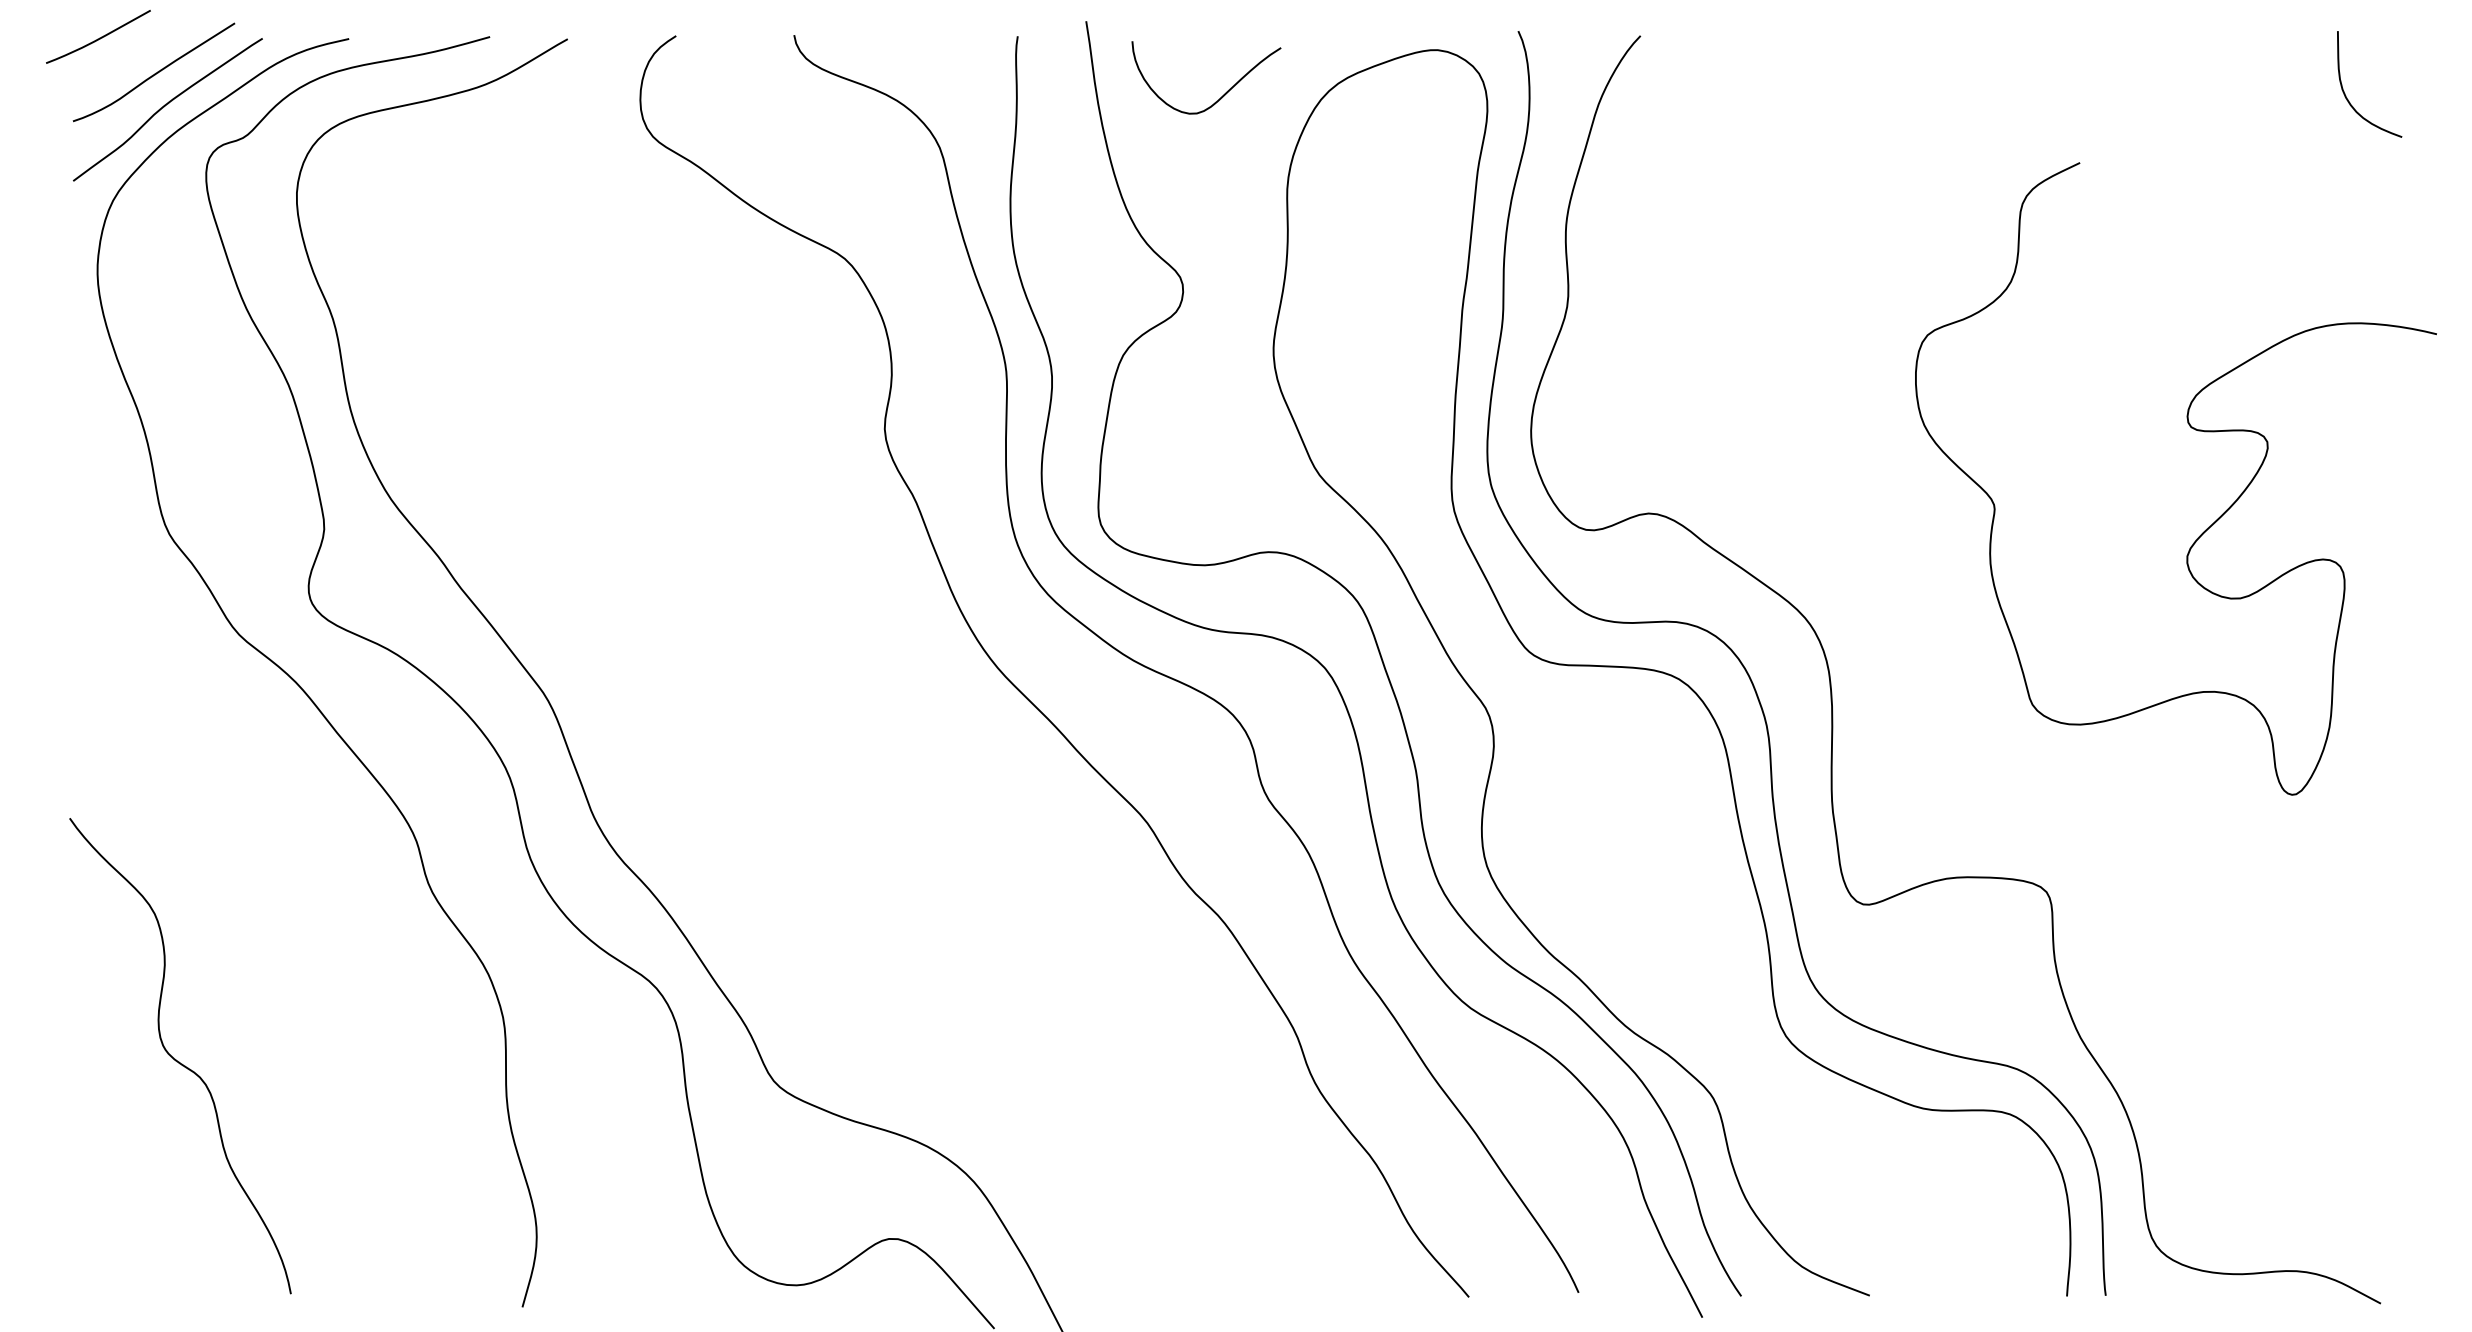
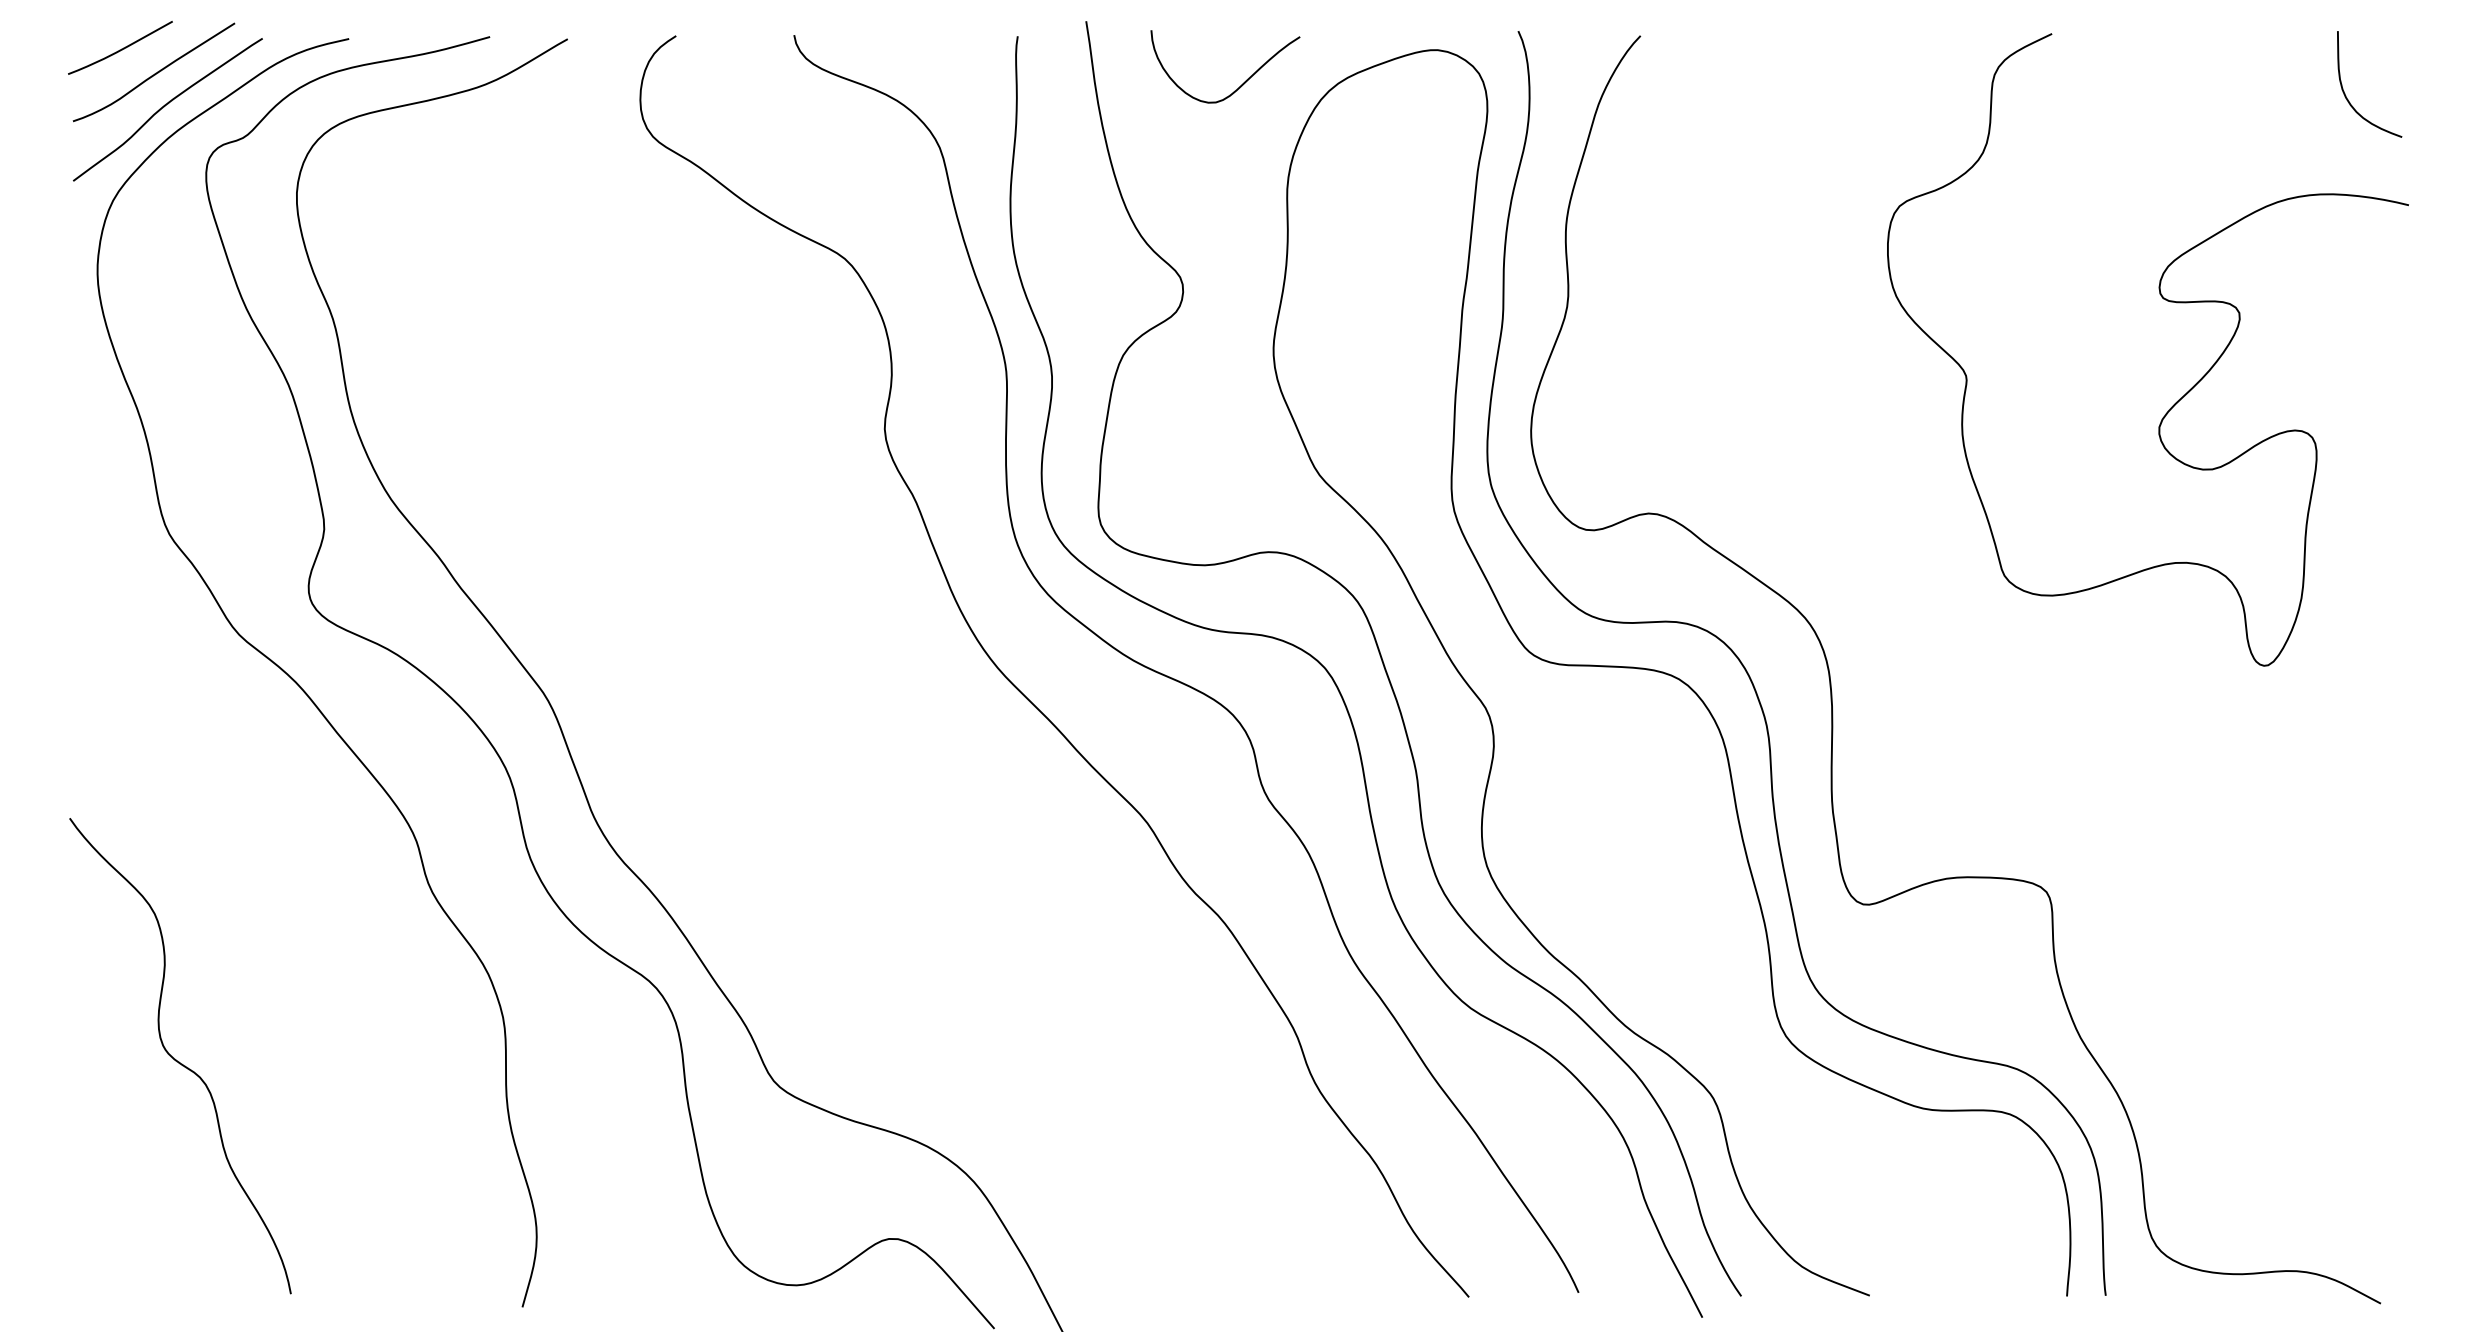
curve at (99, 37) position: (99, 37) -> (121, 48)
curve at (1223, 94) position: (1223, 94) -> (1242, 83)
curve at (2195, 430) position: (2195, 430) -> (2167, 301)
